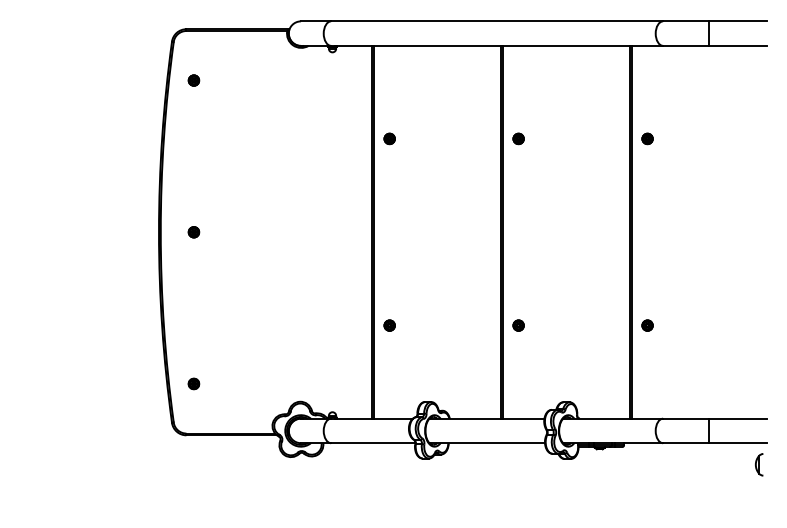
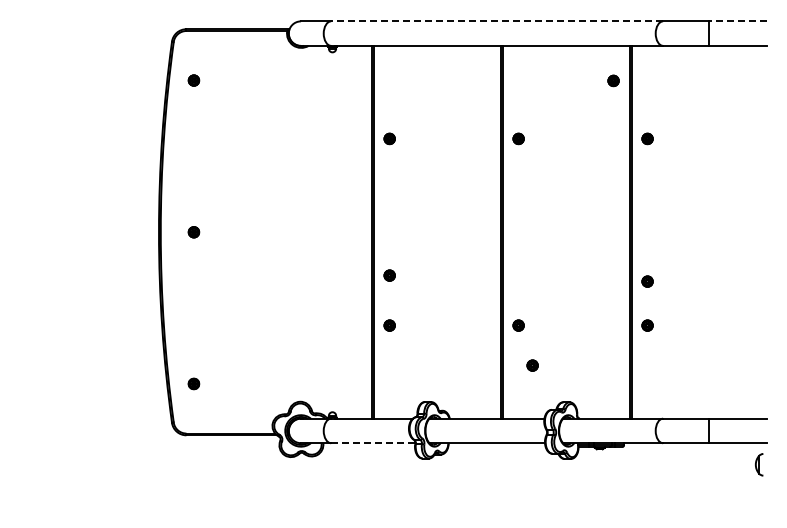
line at (497, 21): solid -> dashed
line at (737, 21): solid -> dashed
part at (613, 80): none -> present
part at (389, 275): none -> present
part at (647, 281): none -> present
part at (532, 365): none -> present
line at (372, 443): solid -> dashed
